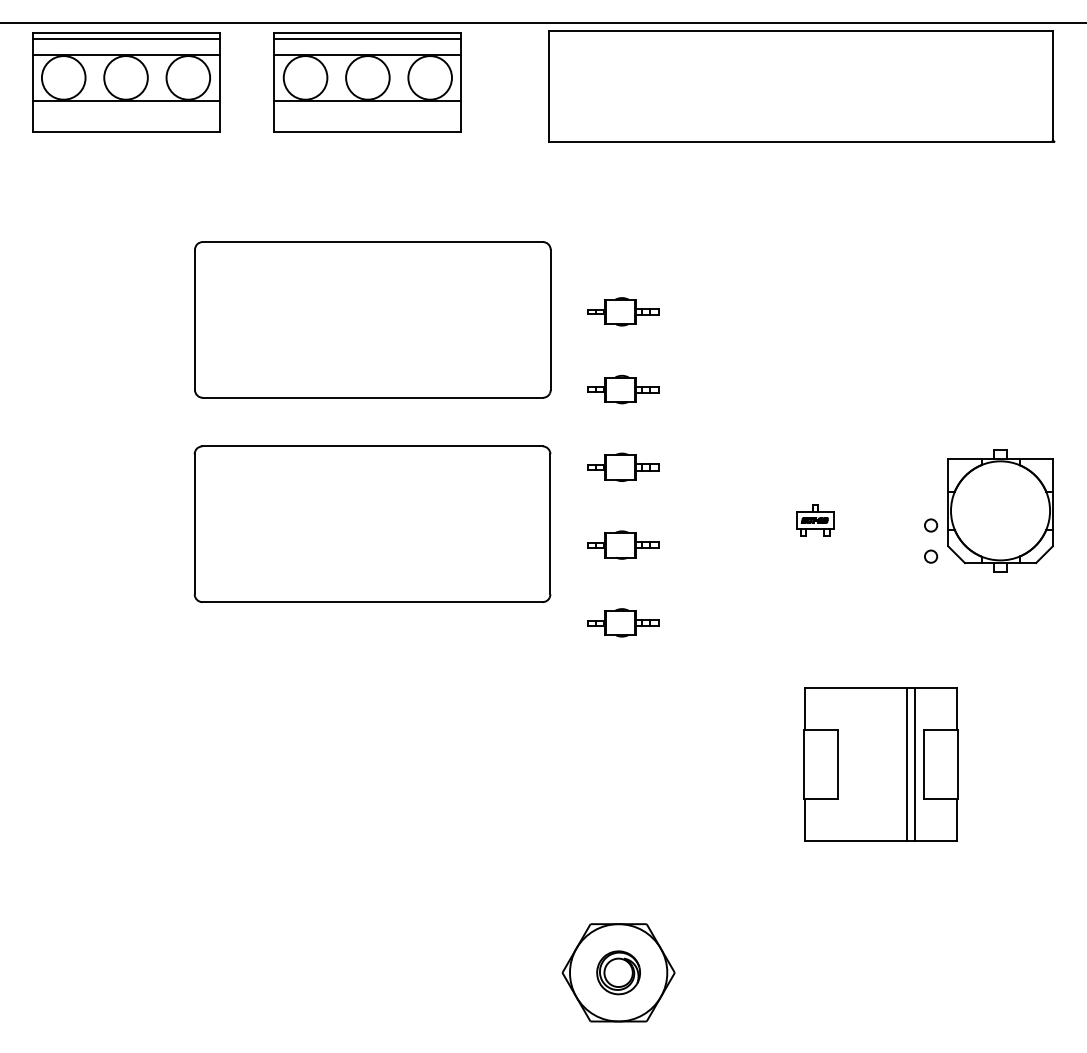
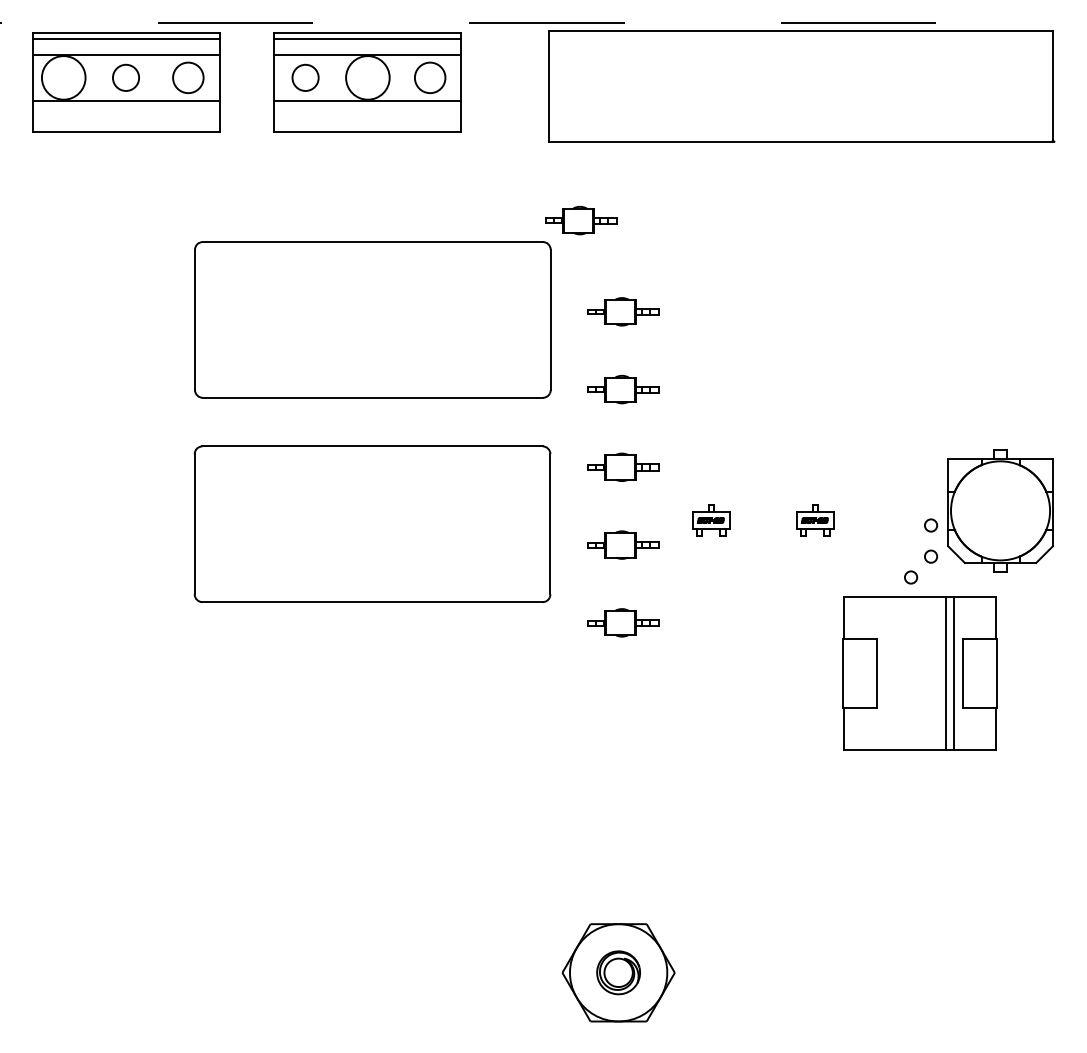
line at (543, 22): solid -> dashed
circle at (125, 77) diameter: 44 px -> 26 px
circle at (188, 77) diameter: 44 px -> 31 px
circle at (305, 77) diameter: 44 px -> 26 px
circle at (429, 77) diameter: 44 px -> 31 px
part at (581, 220): none -> present
part at (711, 520): none -> present
circle at (911, 577): none -> present
part at (880, 764) position: (880, 764) -> (919, 673)
